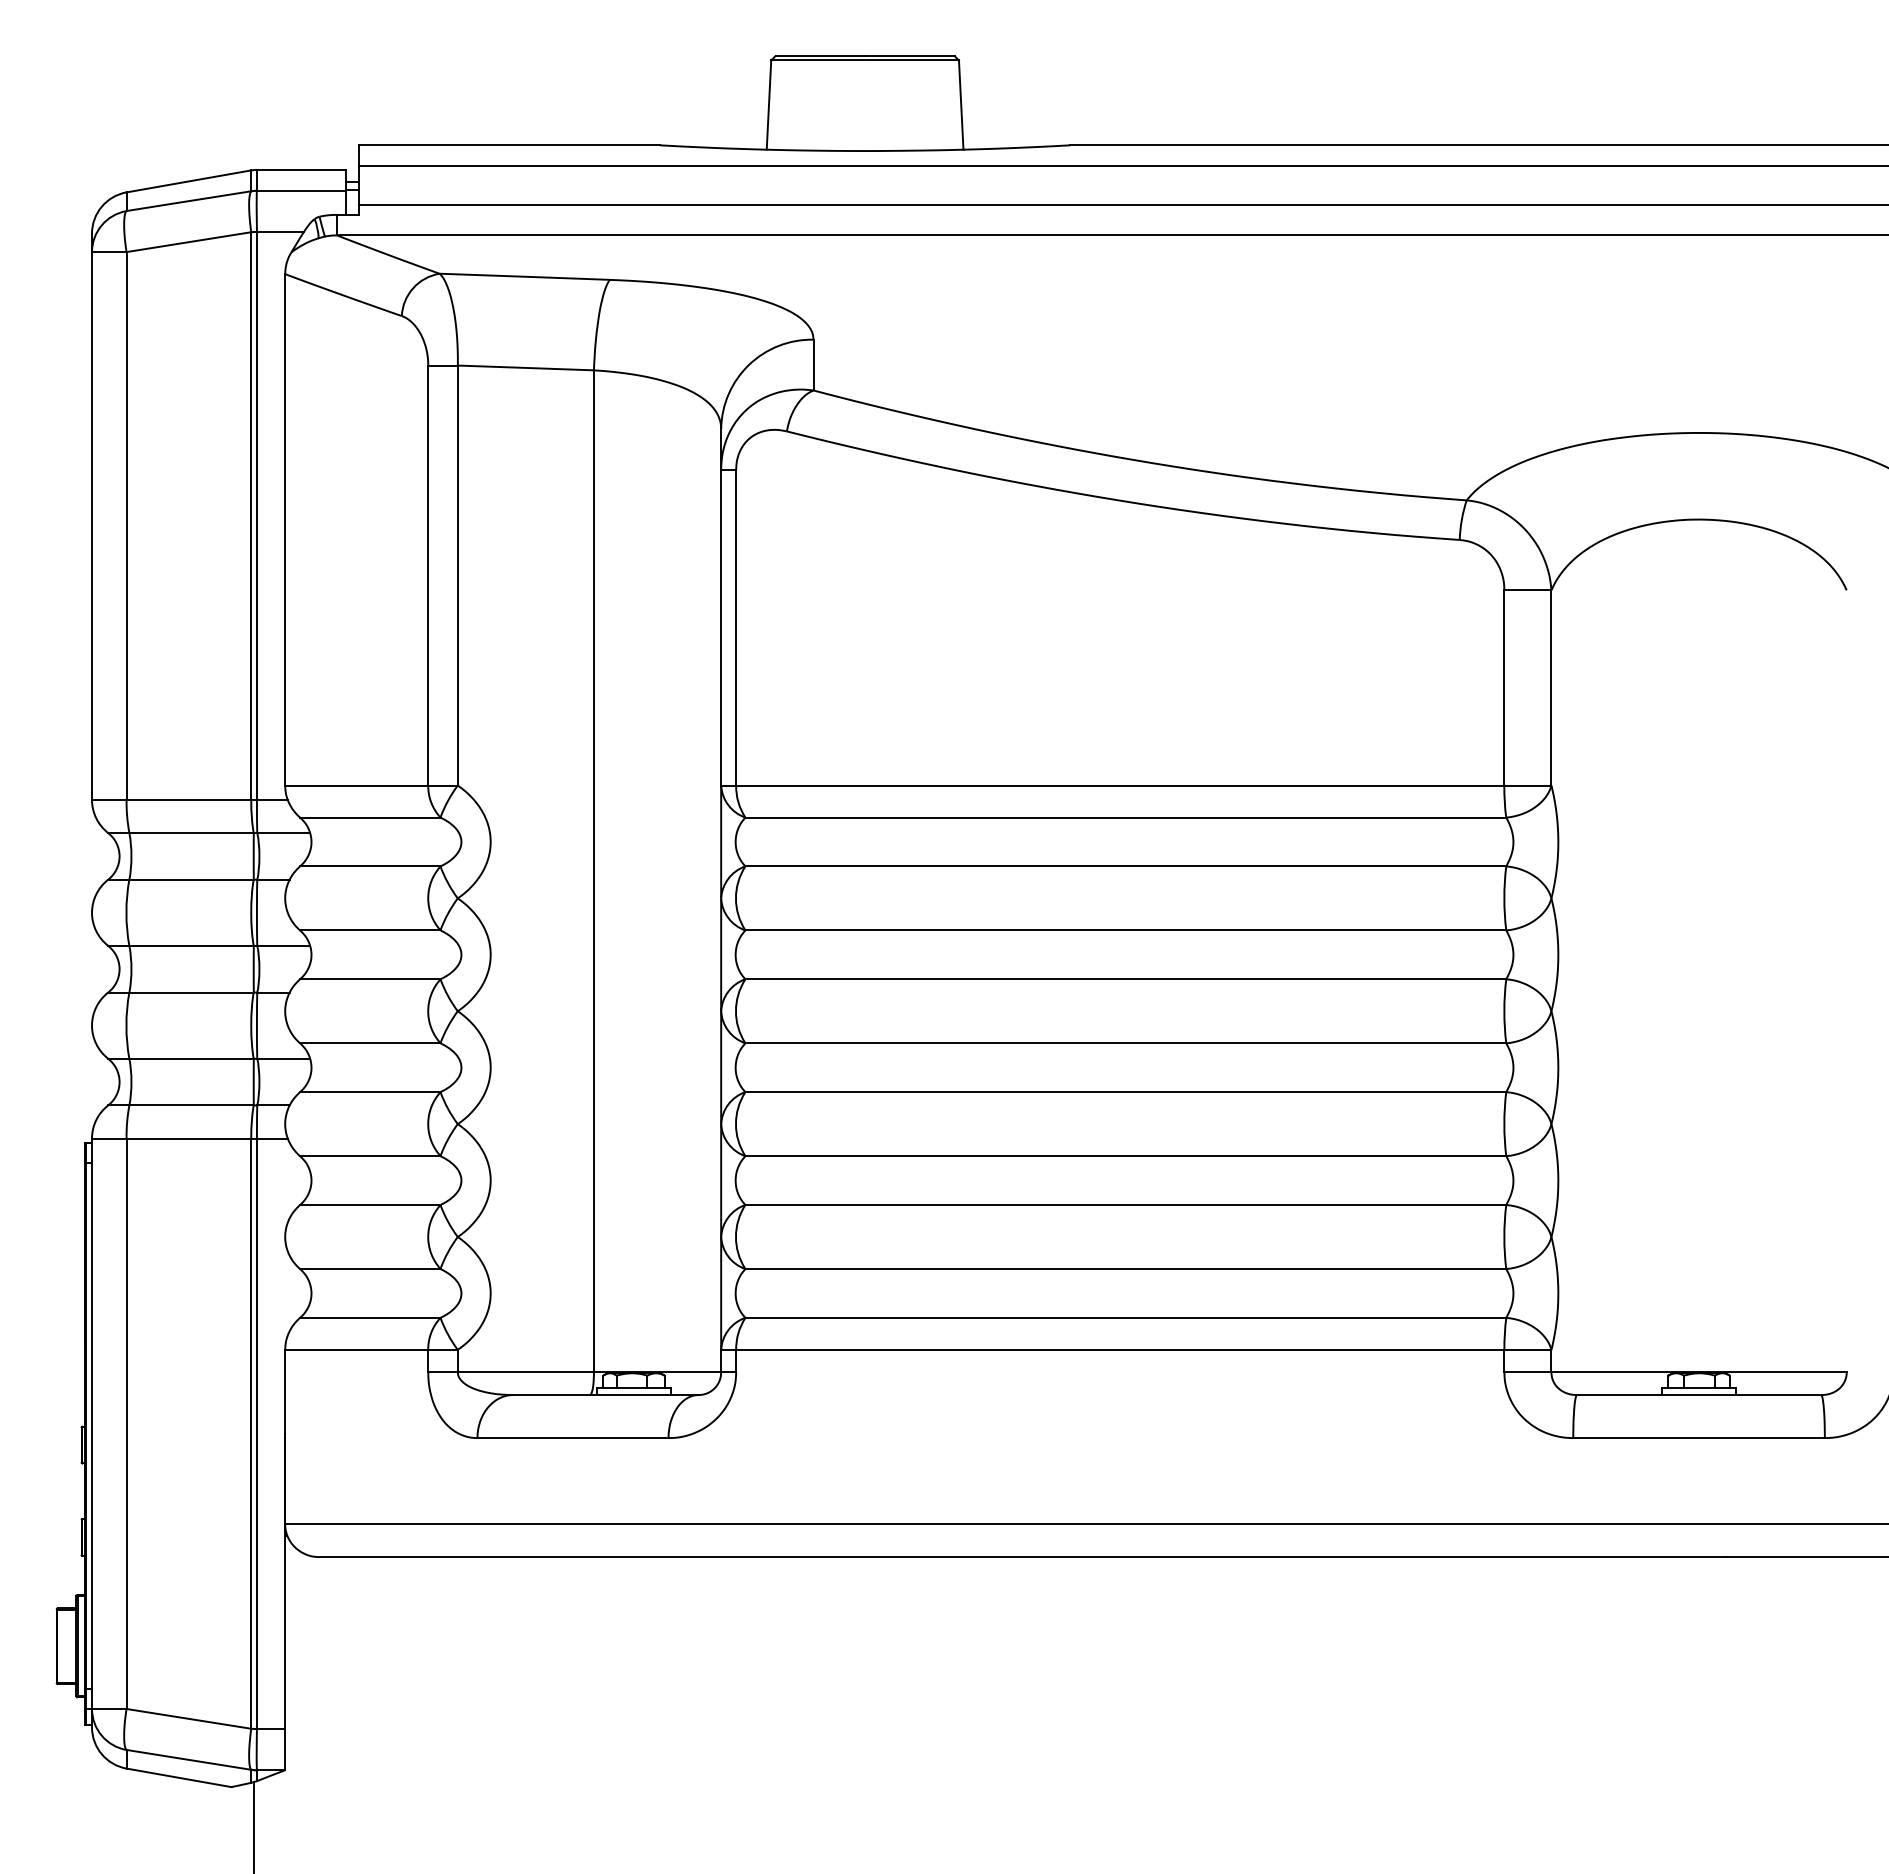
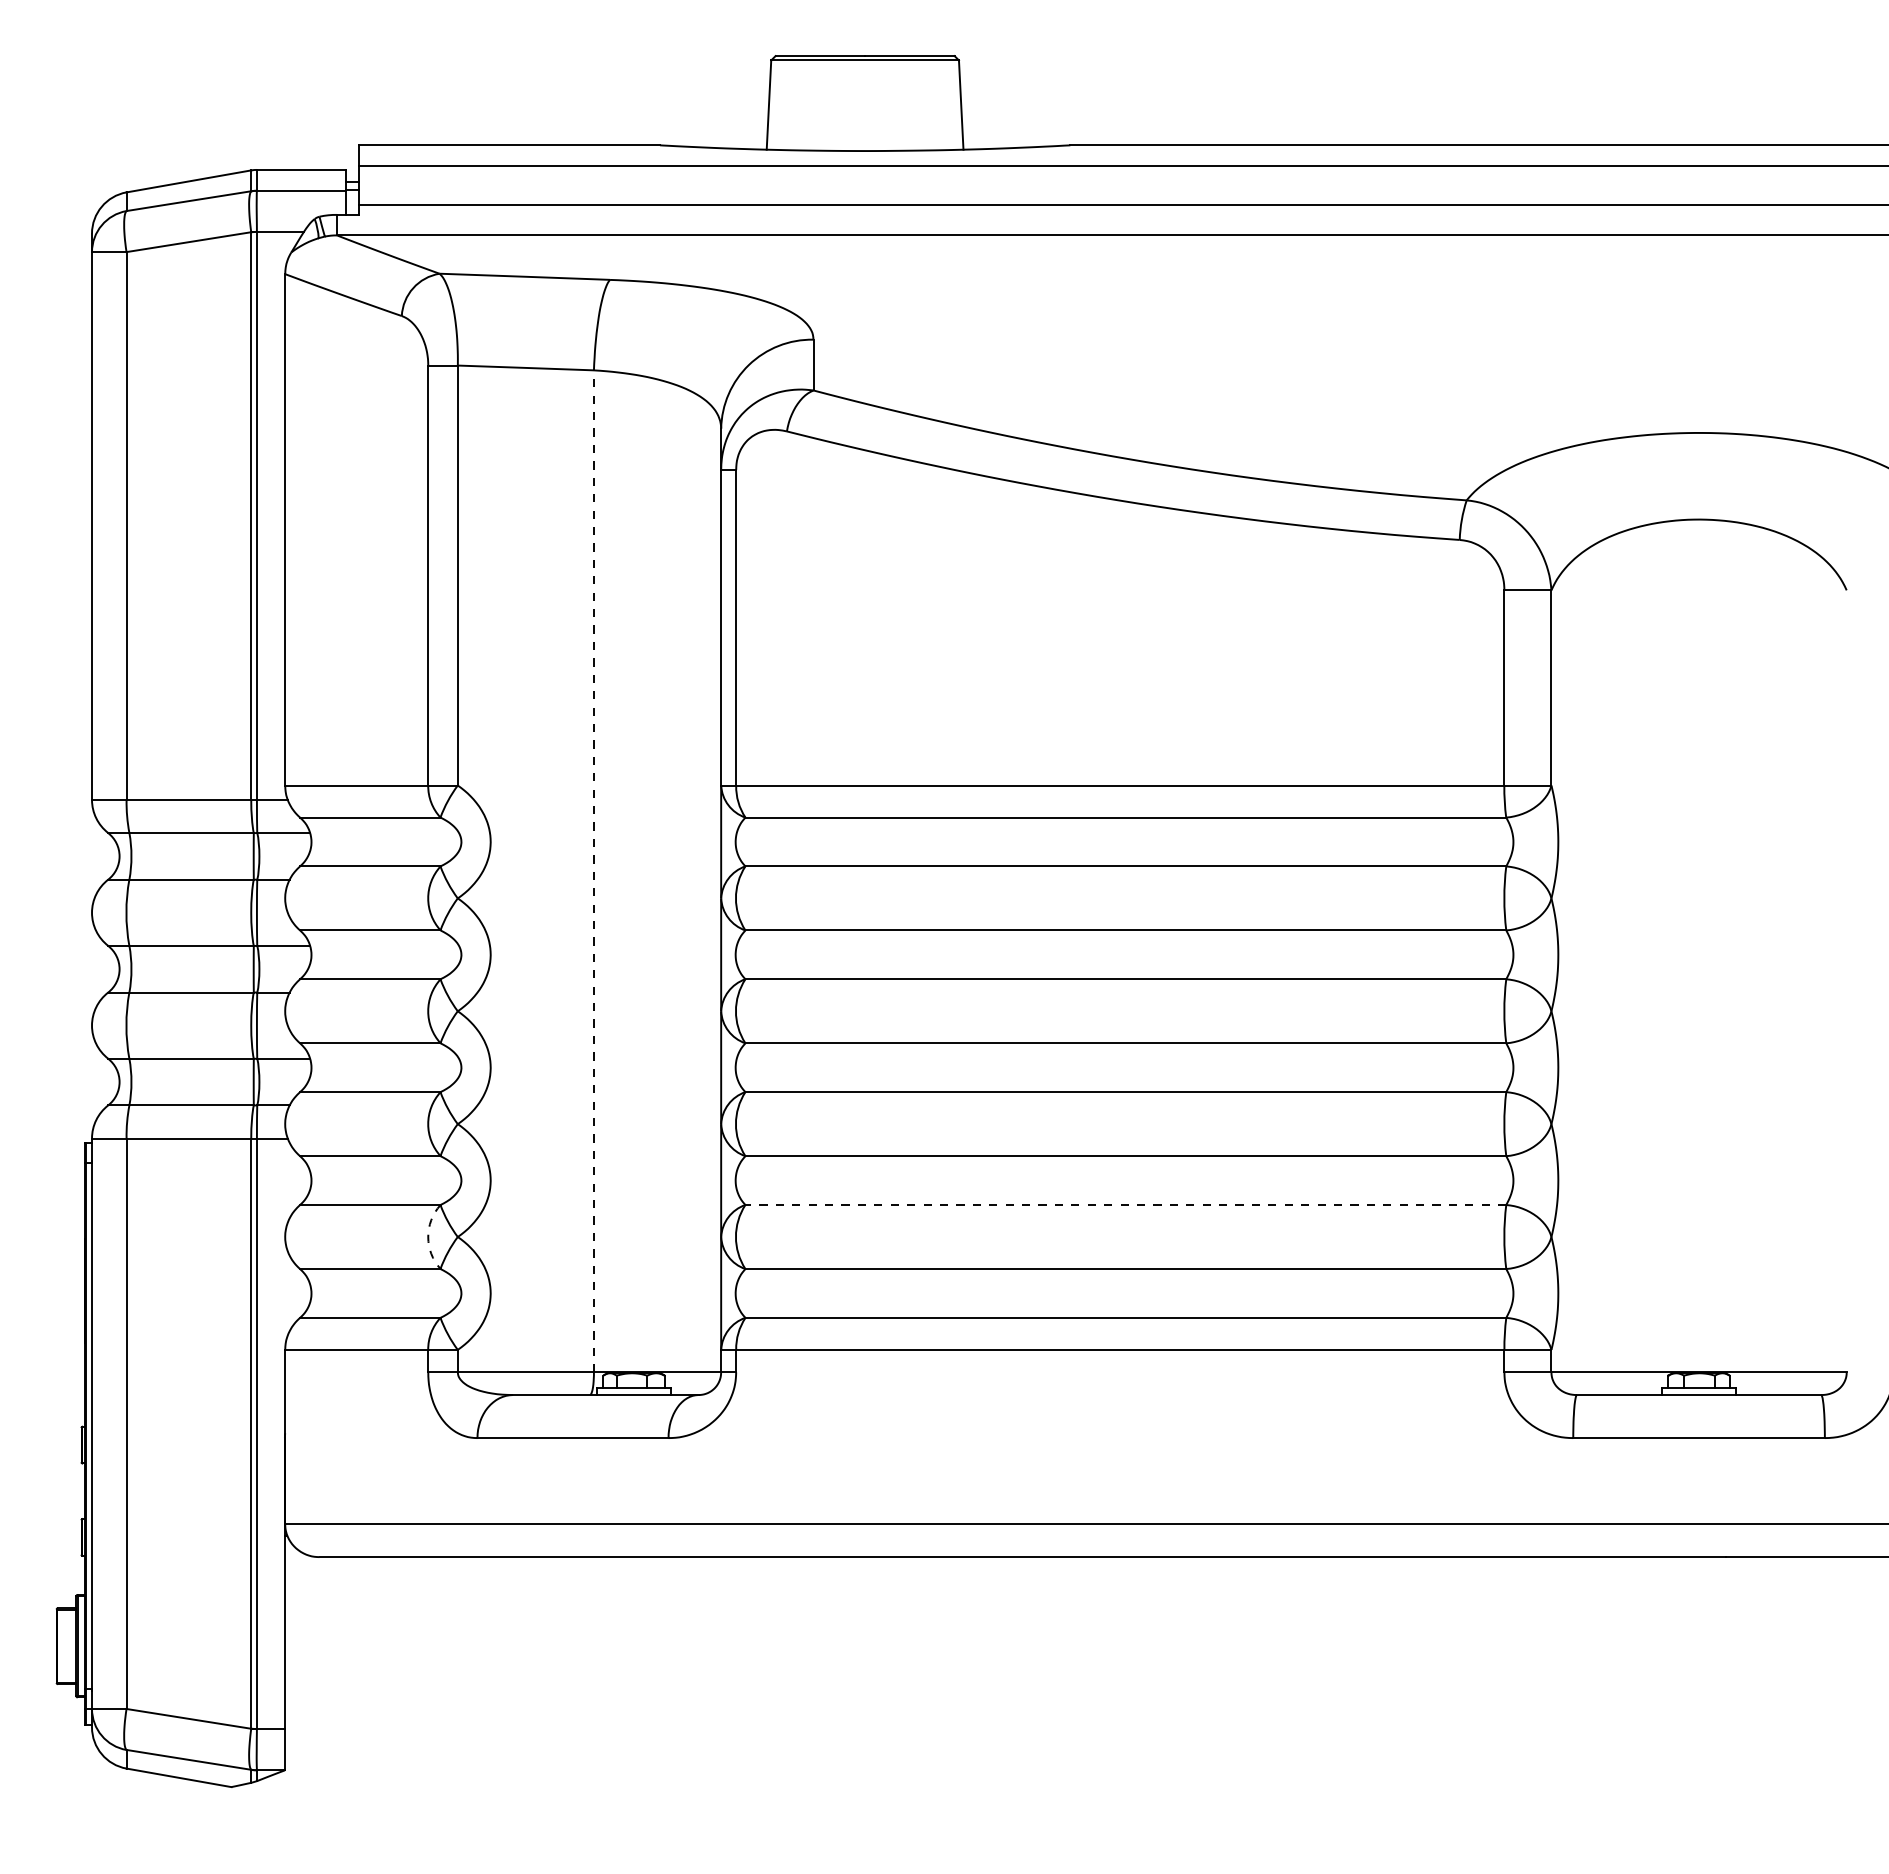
line at (593, 870): solid -> dashed
line at (1125, 1204): solid -> dashed
arc at (428, 1237): solid -> dashed
line at (254, 1825): present -> none
